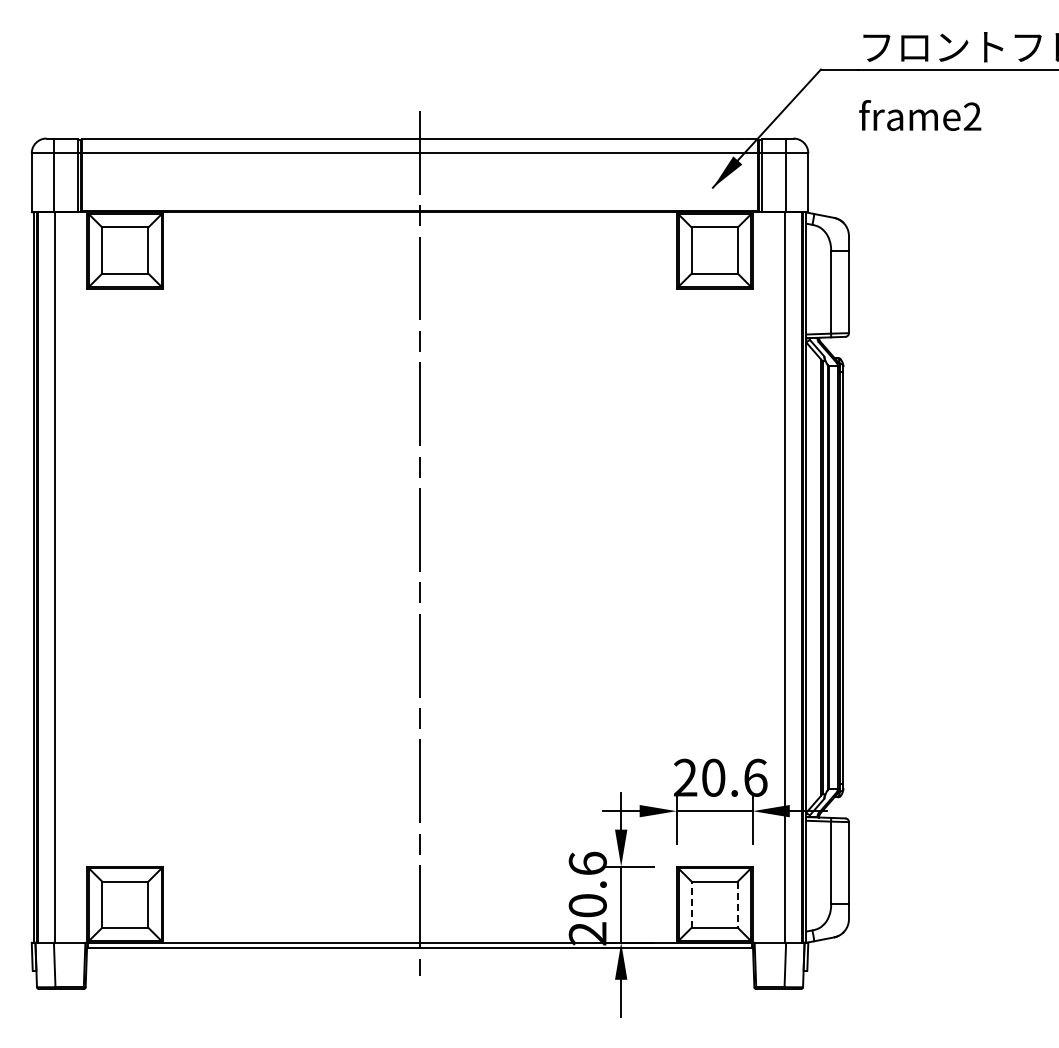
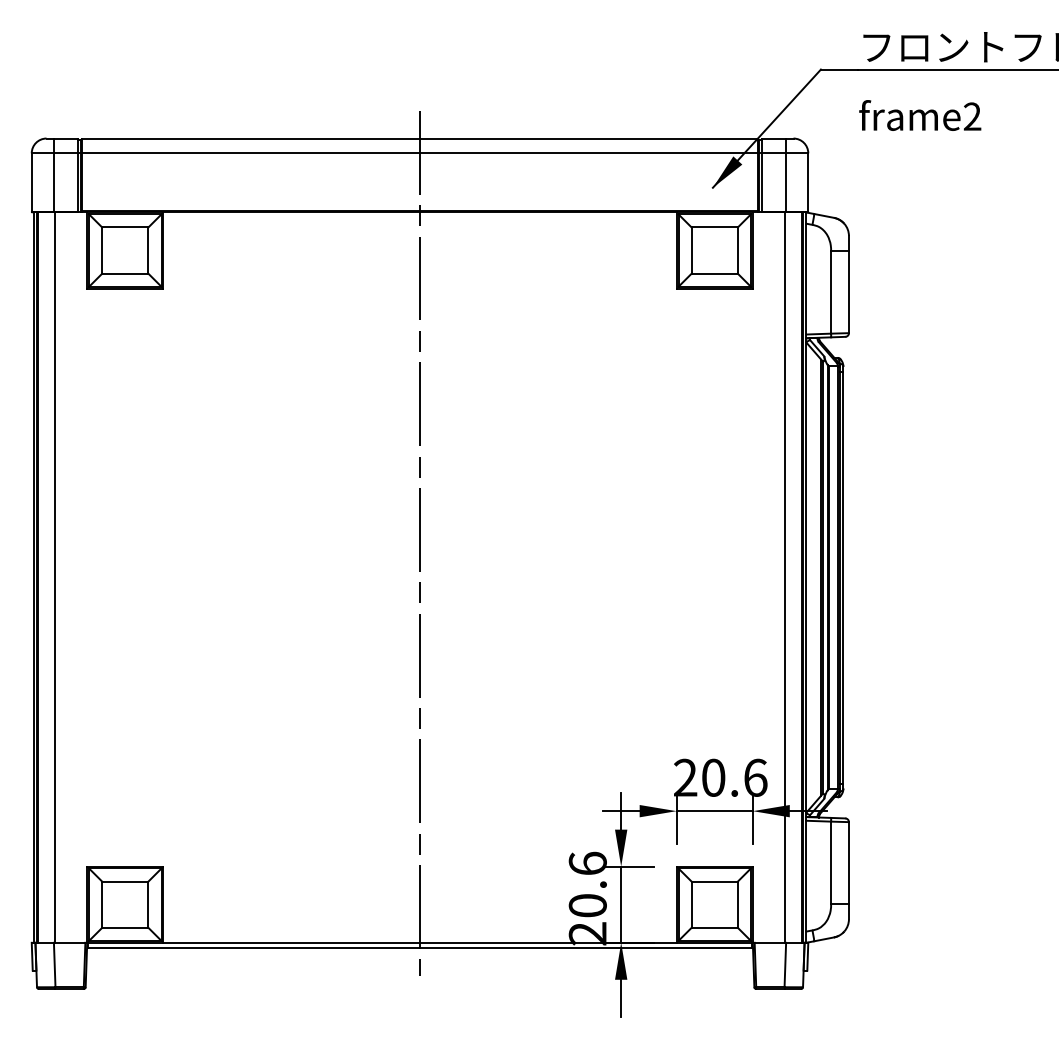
line at (691, 904): dashed -> solid
line at (737, 905): dashed -> solid
